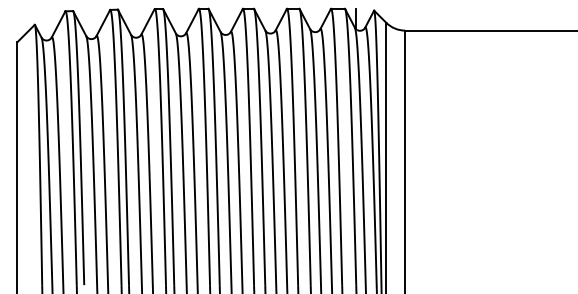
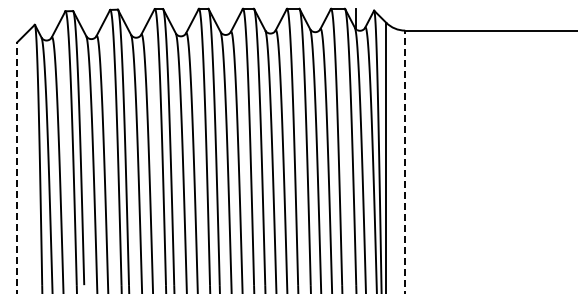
line at (405, 161): solid -> dashed
line at (17, 167): solid -> dashed
